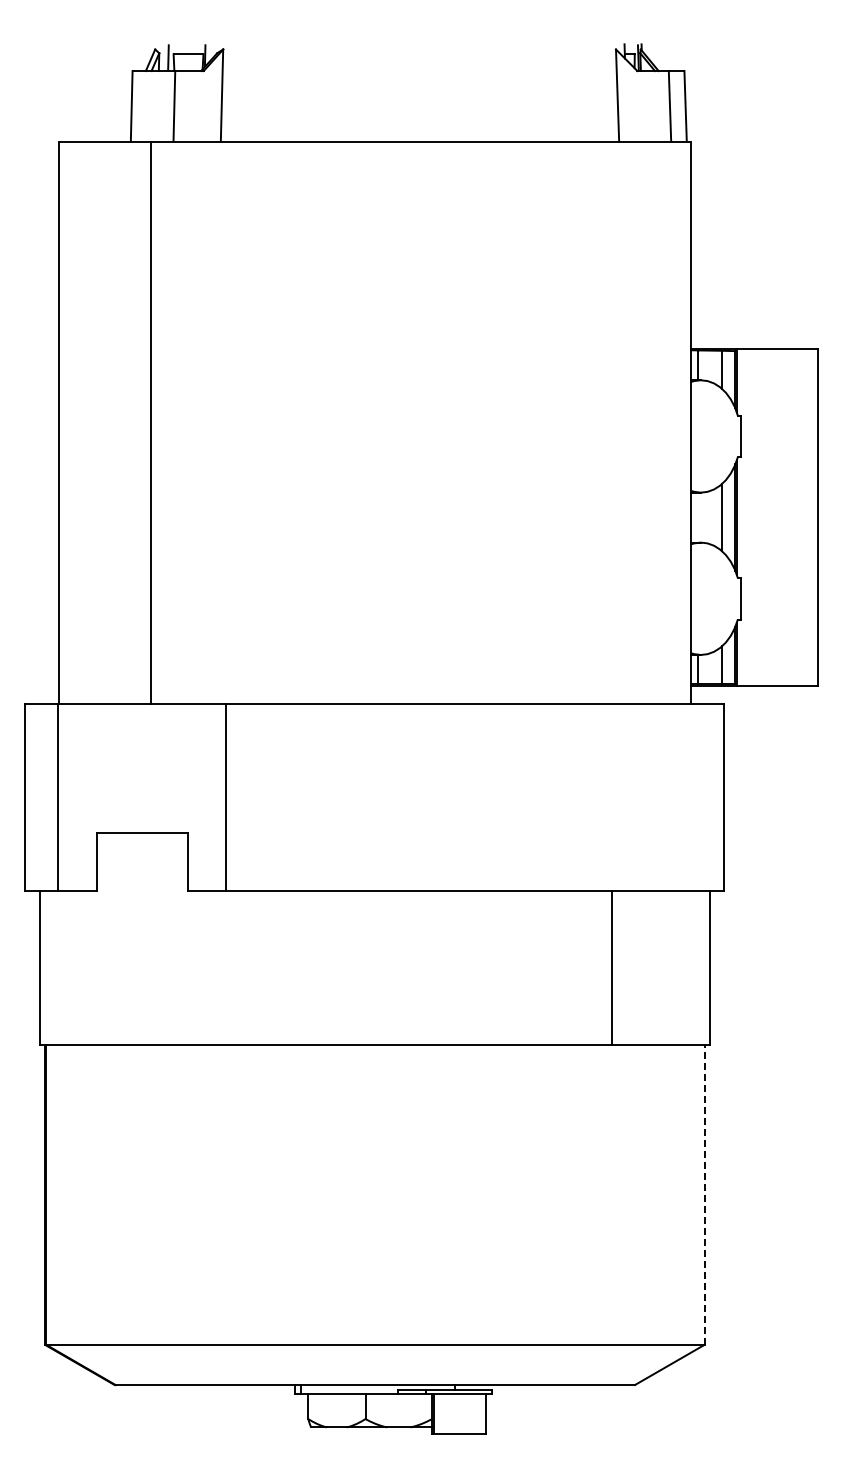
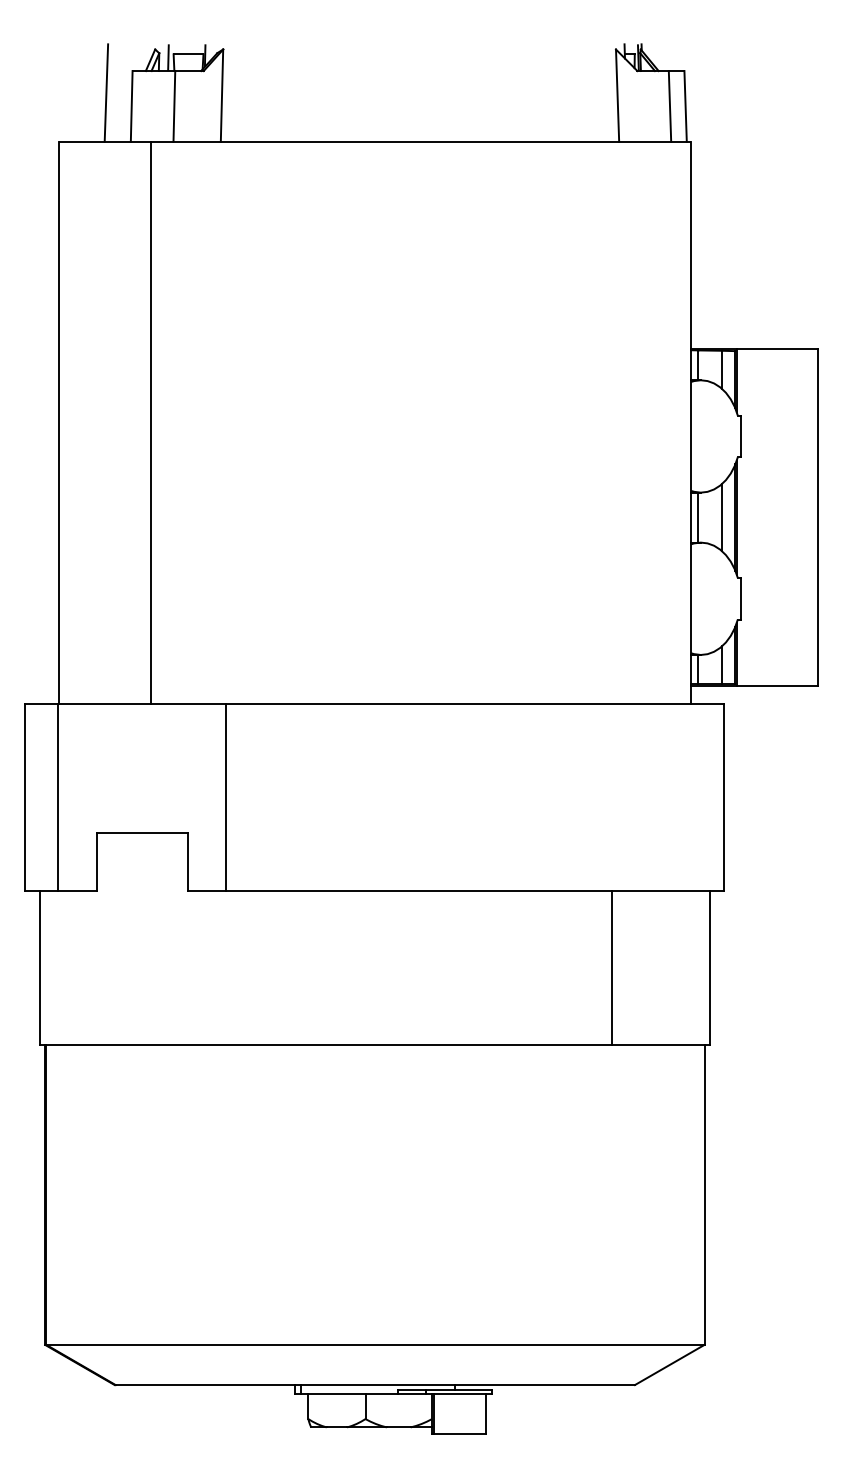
line at (106, 92): none -> present
line at (698, 517): none -> present
line at (704, 1194): dashed -> solid
